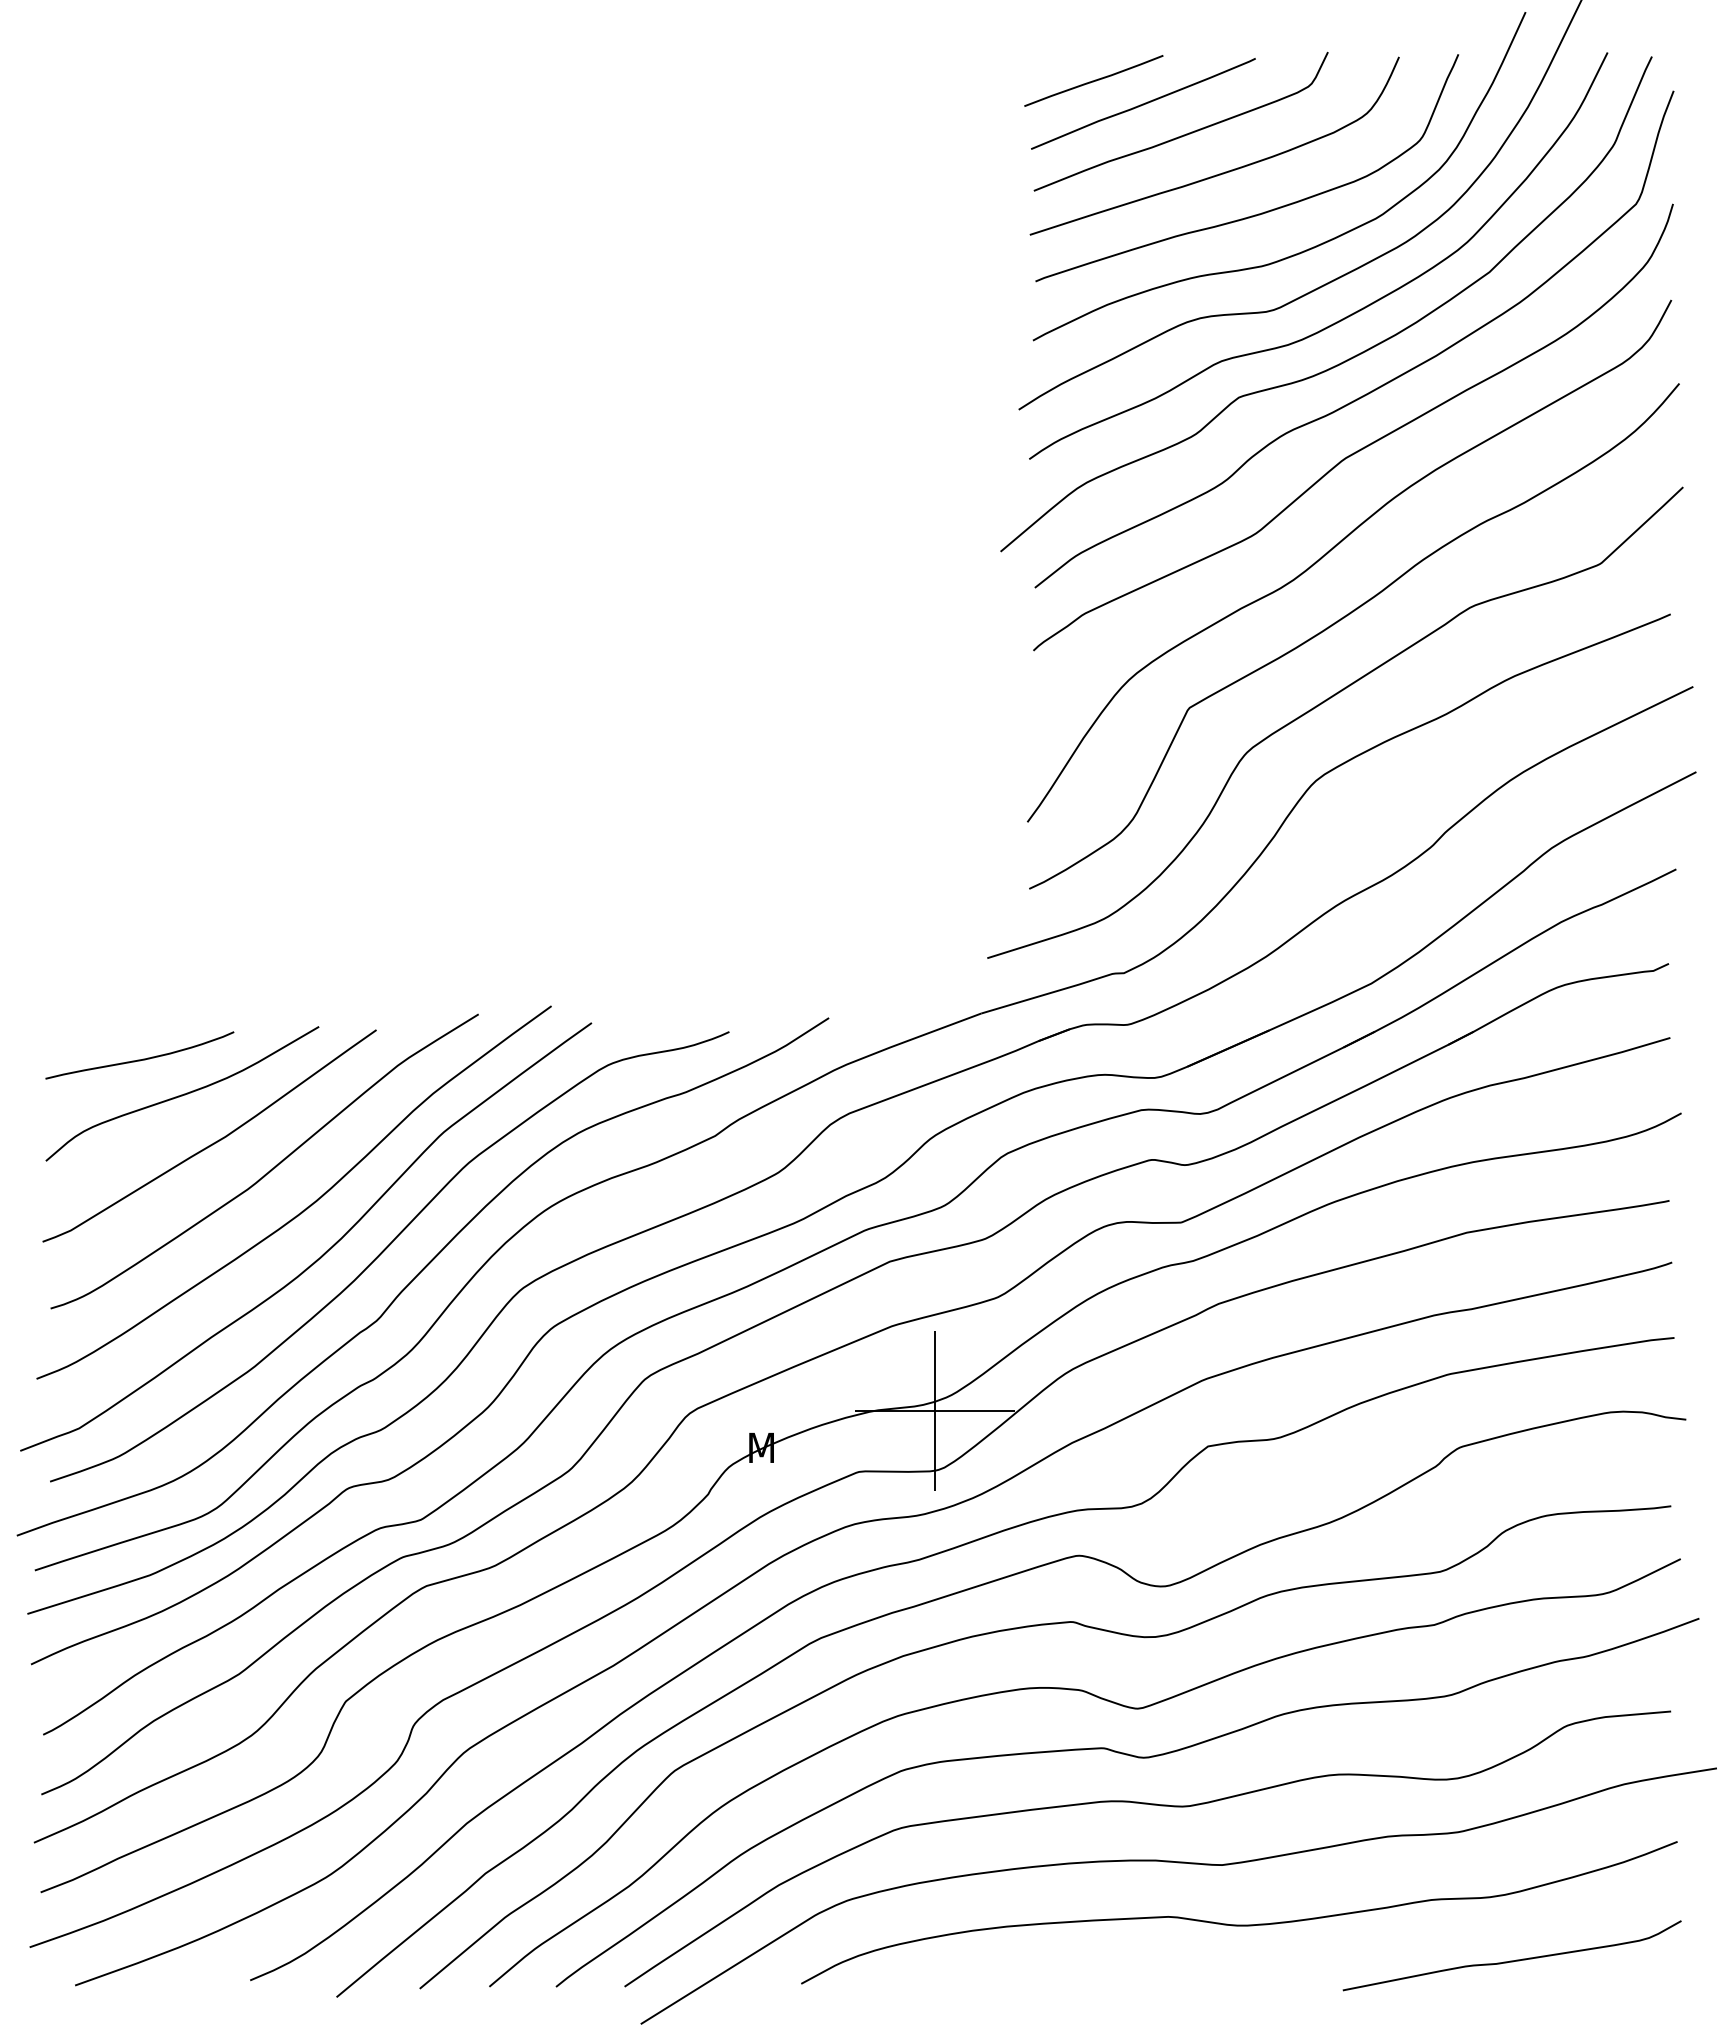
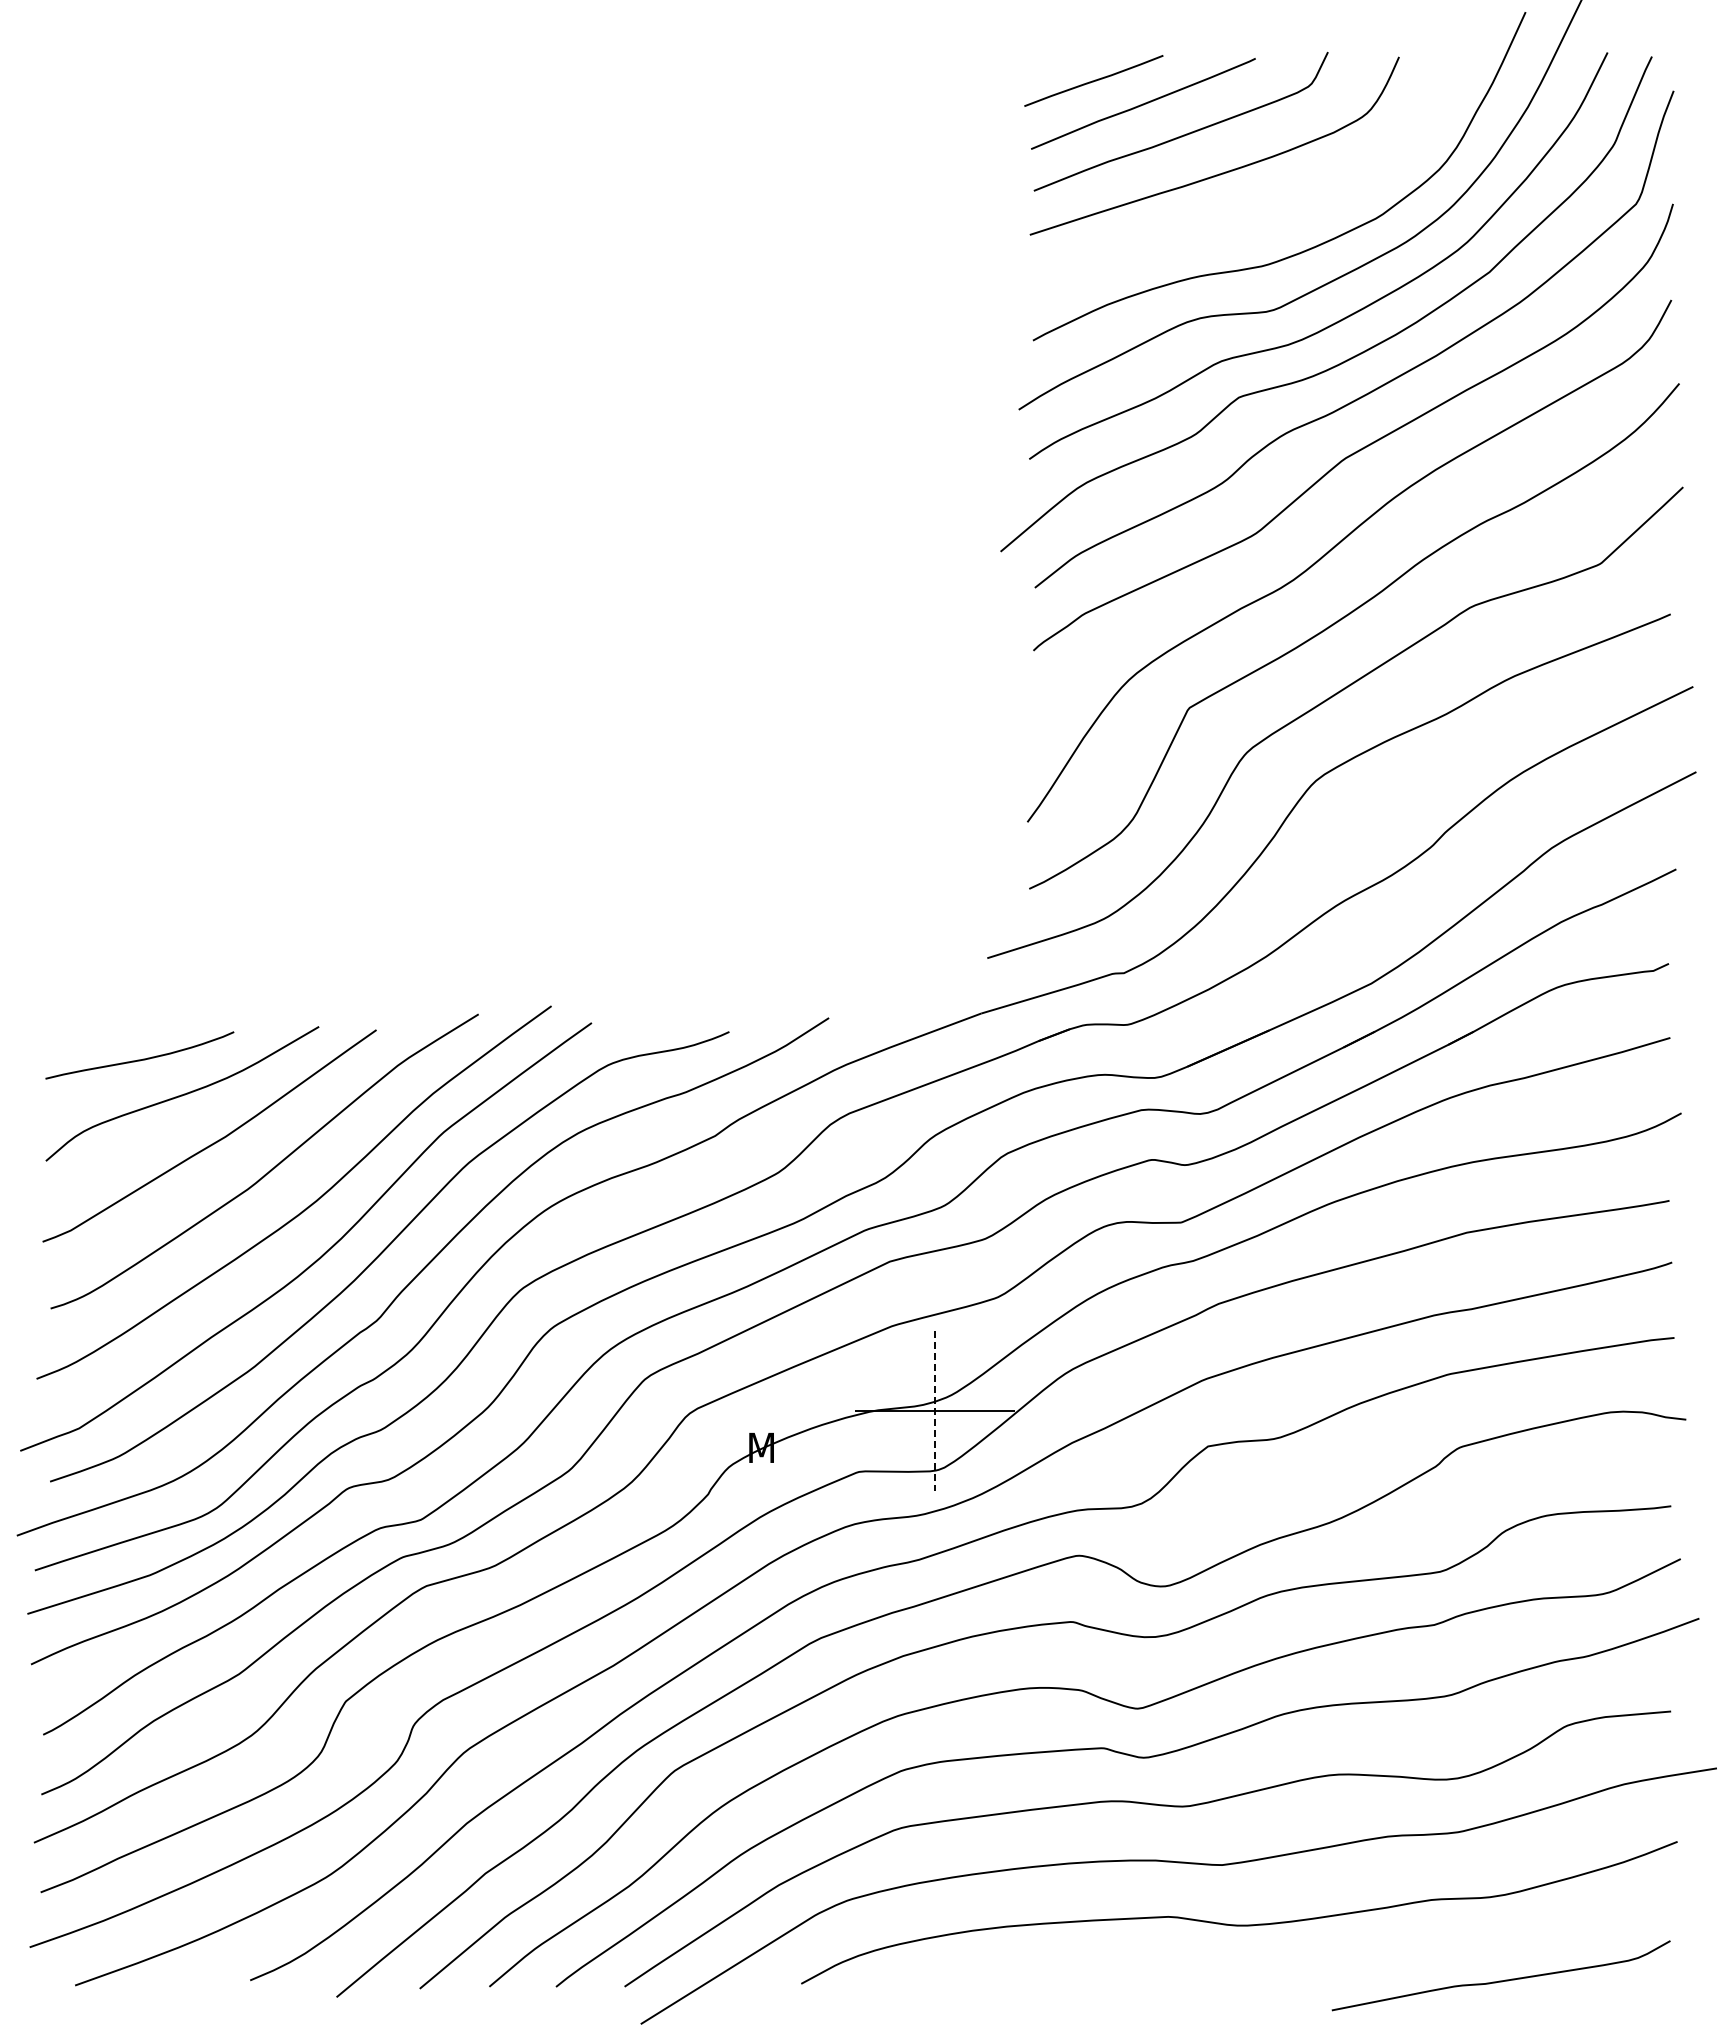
curve at (1261, 212): present -> none
line at (934, 1411): solid -> dashed
curve at (1511, 1960) position: (1511, 1960) -> (1500, 1980)
